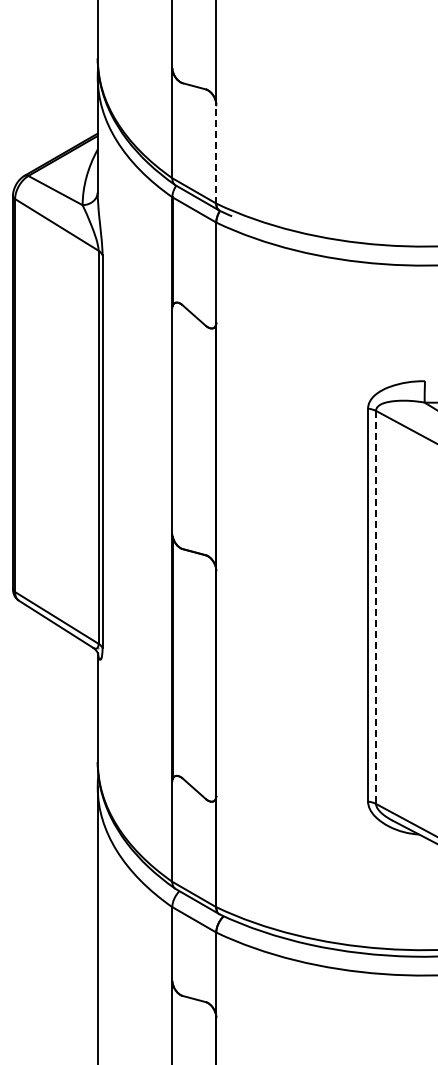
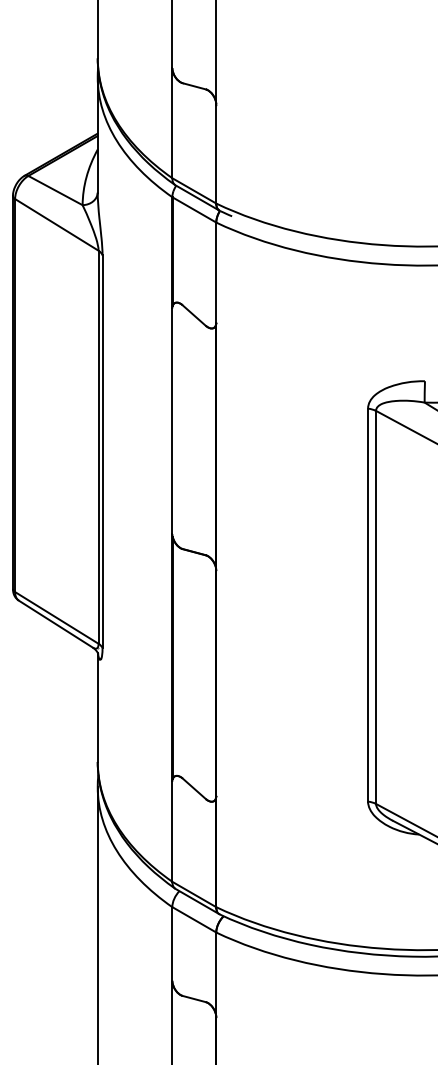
line at (216, 153): dashed -> solid
line at (376, 607): dashed -> solid
